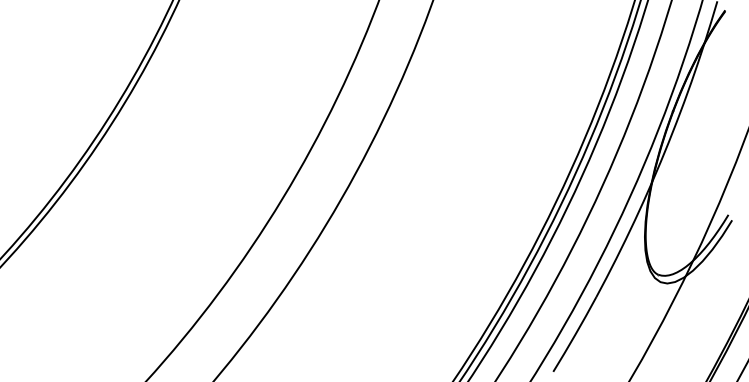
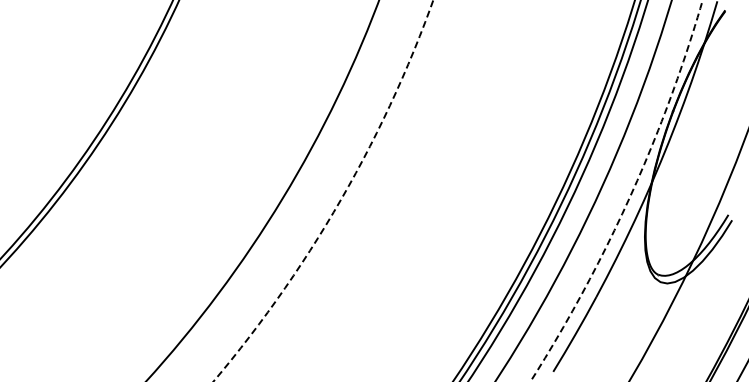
circle at (323, 190): solid -> dashed
circle at (616, 190): solid -> dashed
